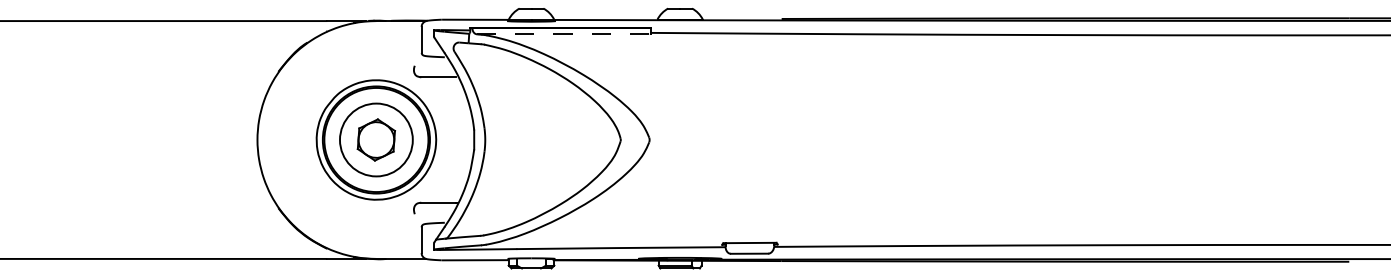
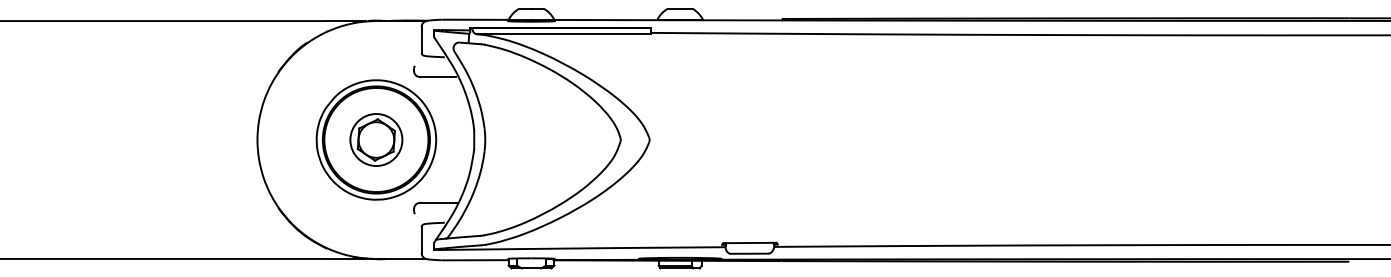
line at (564, 34): dashed -> solid
circle at (376, 139) diameter: 73 px -> 52 px
